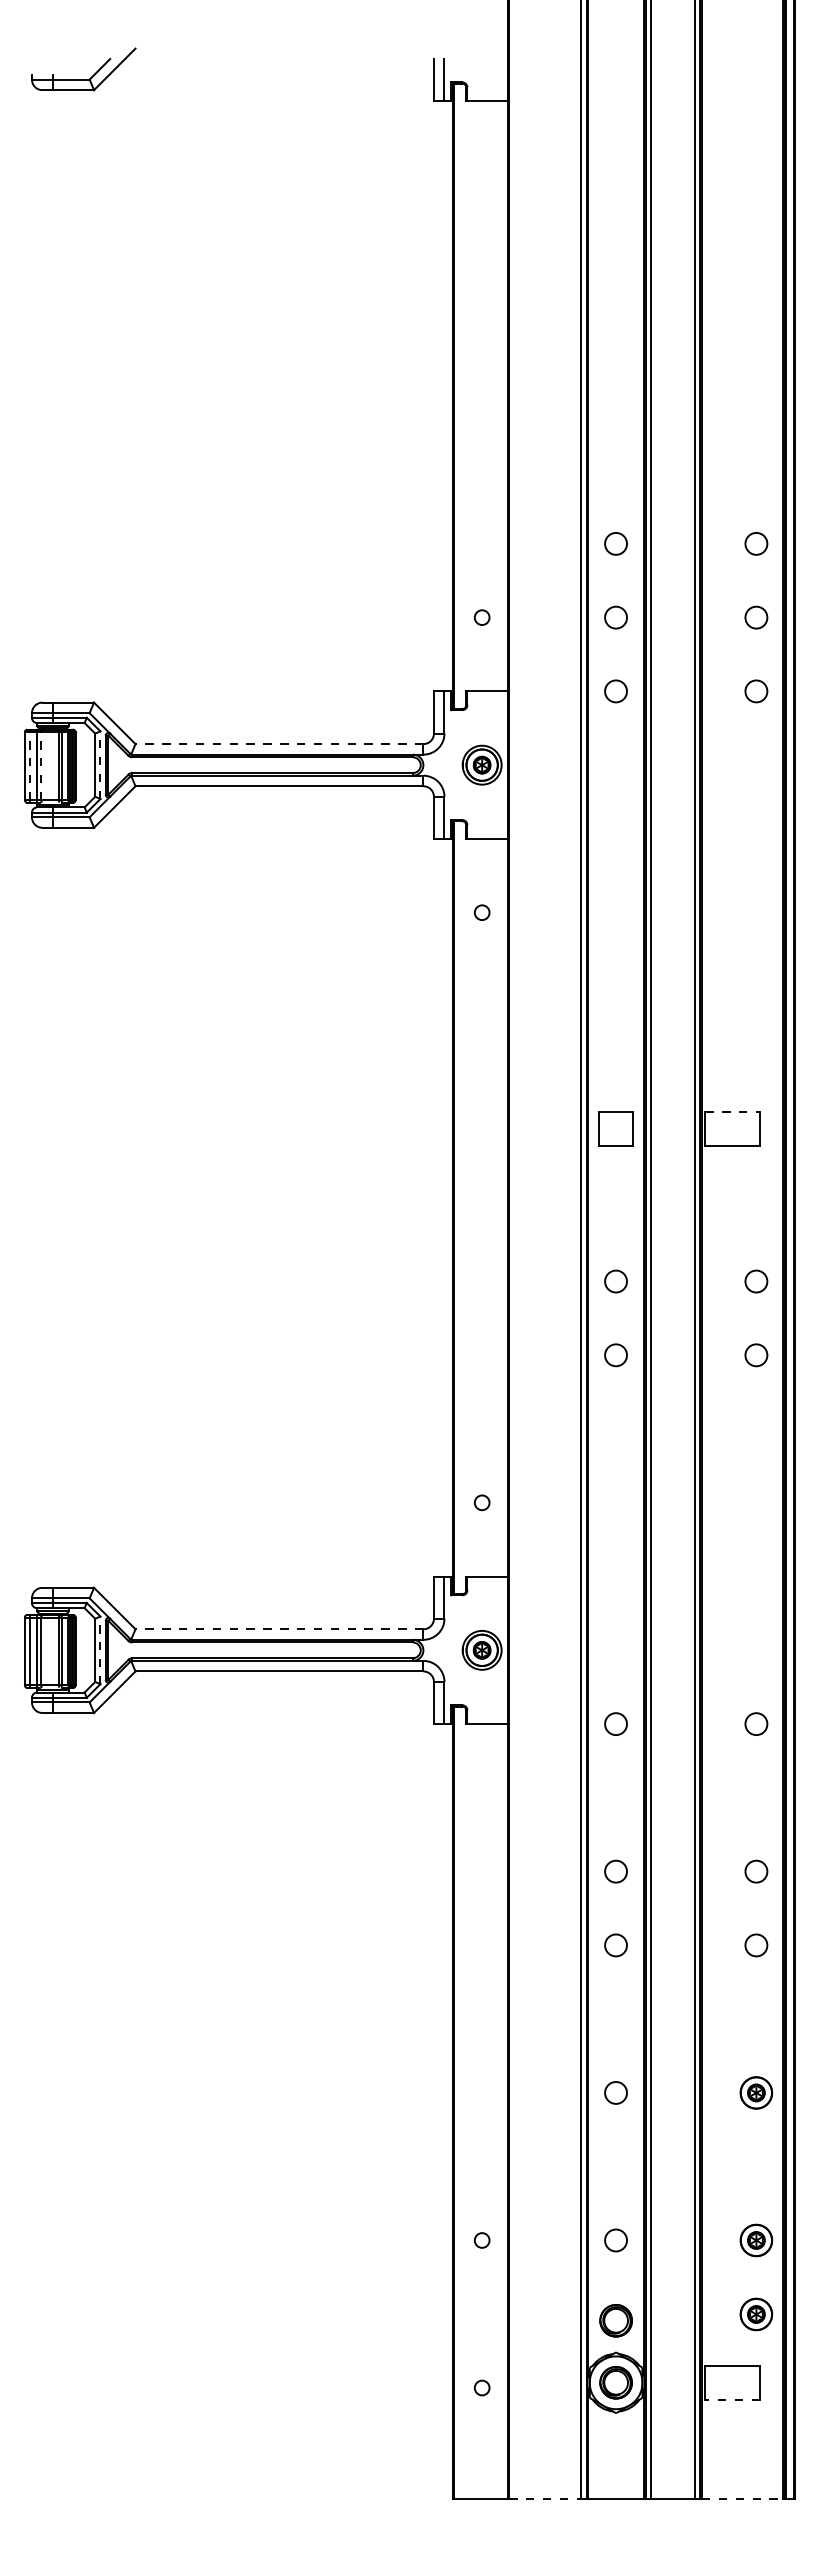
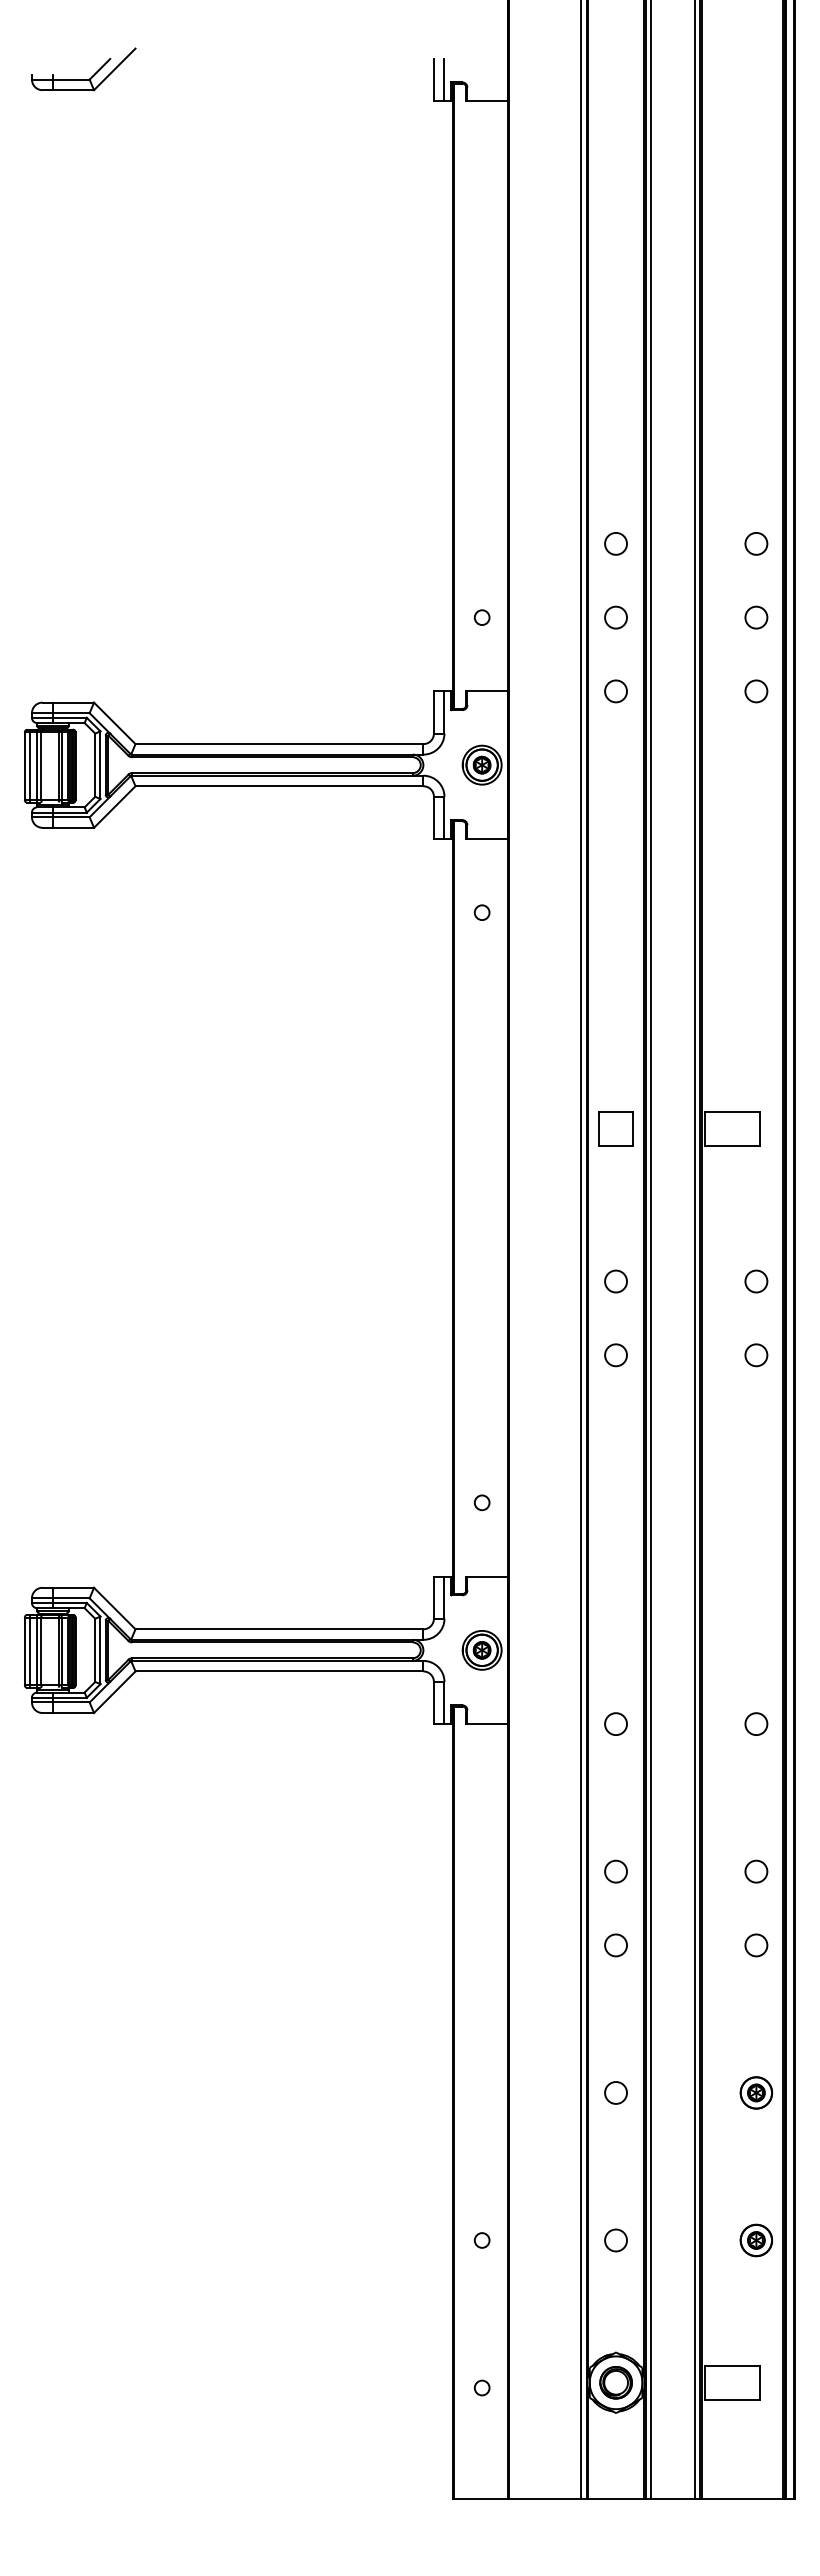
line at (279, 744): dashed -> solid
line at (100, 765): dashed -> solid
line at (30, 766): dashed -> solid
line at (41, 766): dashed -> solid
line at (733, 1111): dashed -> solid
line at (279, 1629): dashed -> solid
line at (100, 1650): dashed -> solid
part at (756, 2314): present -> none
part at (615, 2320): present -> none
line at (732, 2399): dashed -> solid
line at (545, 2498): dashed -> solid
line at (743, 2498): dashed -> solid
